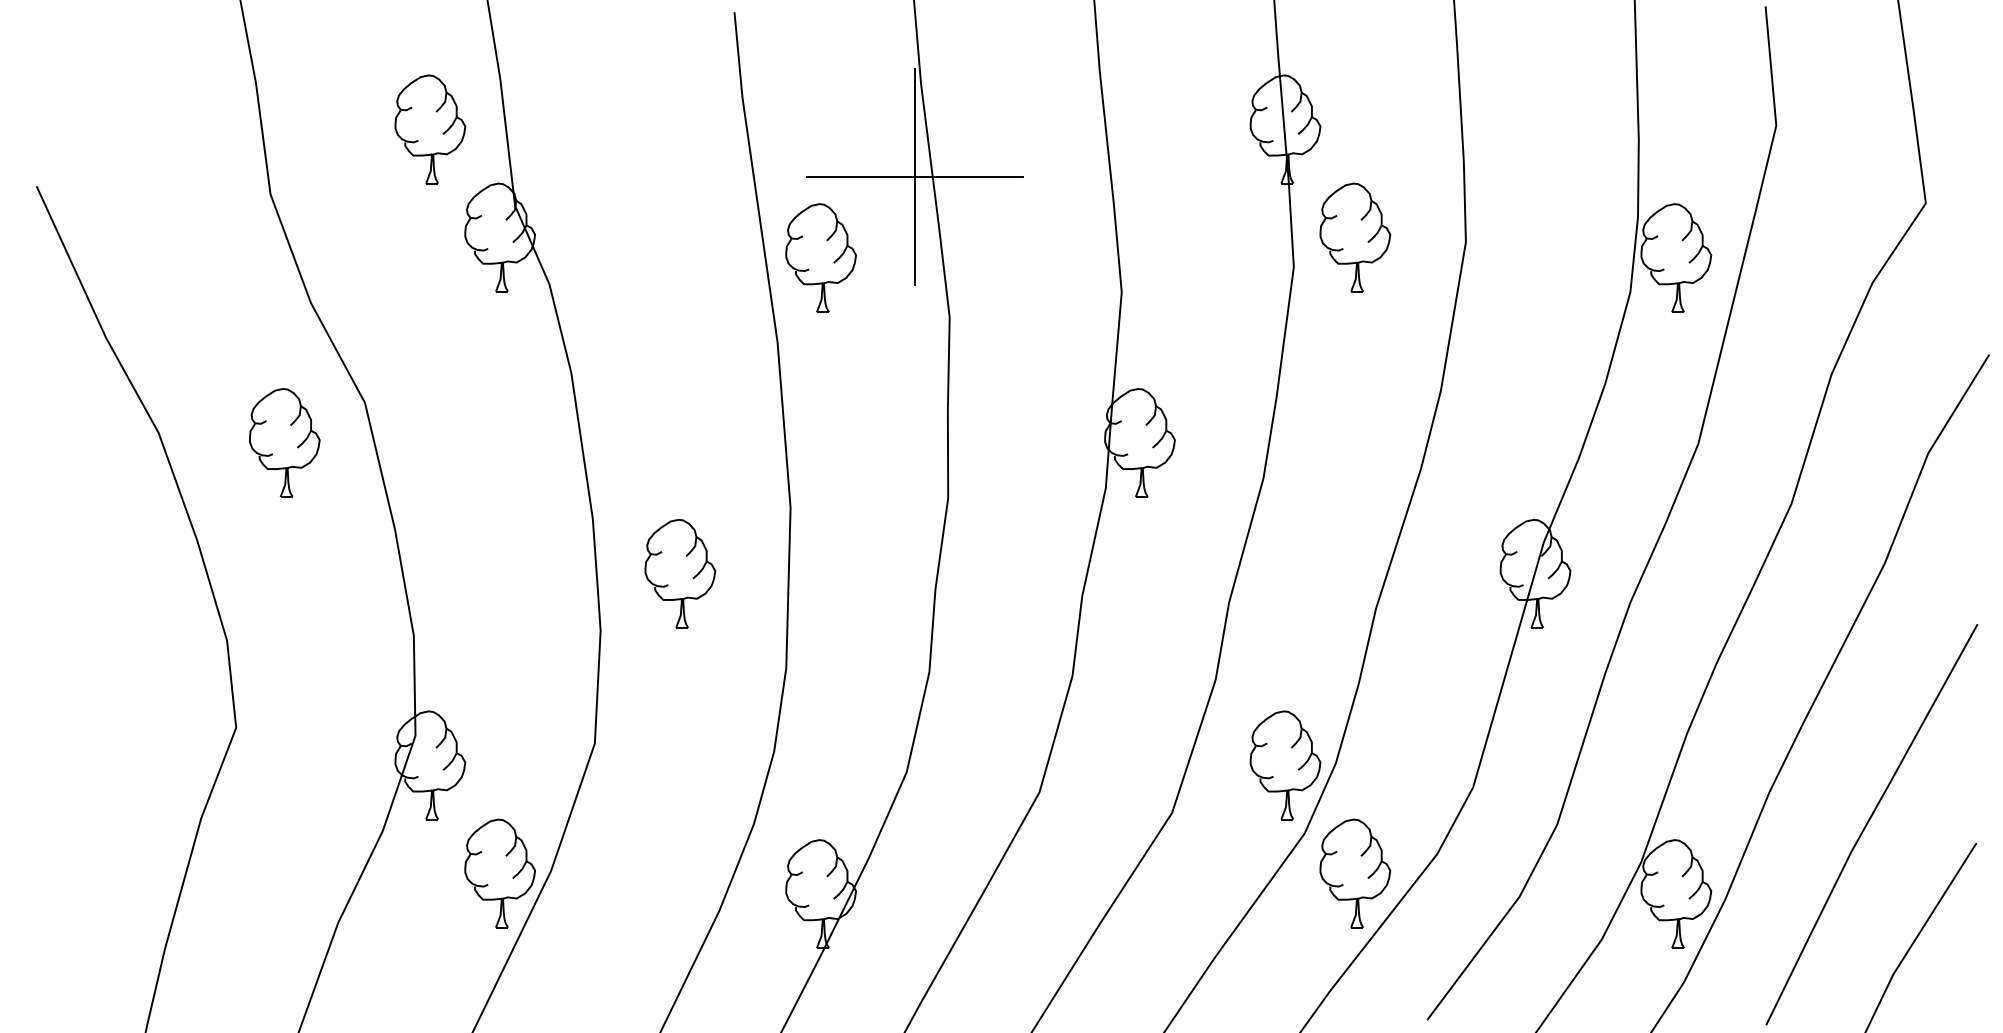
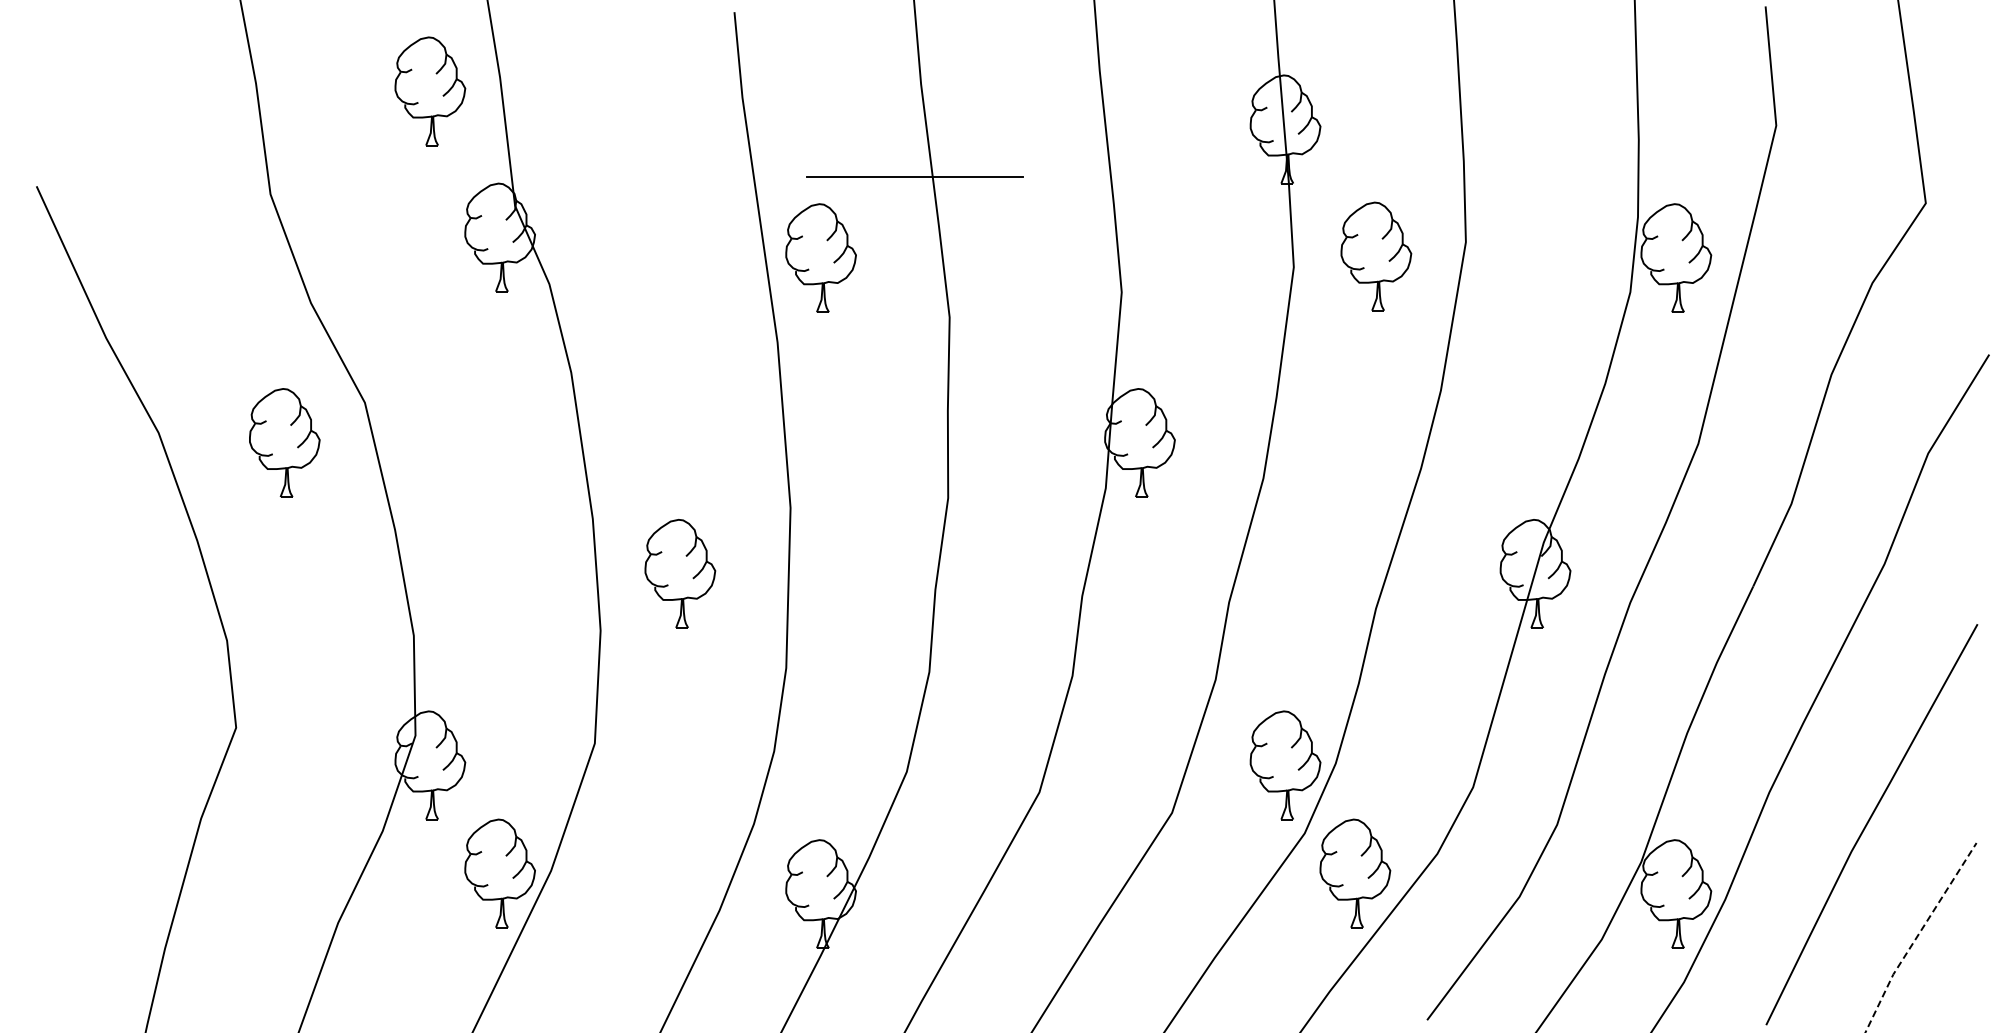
part at (430, 129) position: (430, 129) -> (430, 91)
line at (914, 177): present -> none
part at (1355, 237) position: (1355, 237) -> (1376, 256)
line at (1917, 936): solid -> dashed
